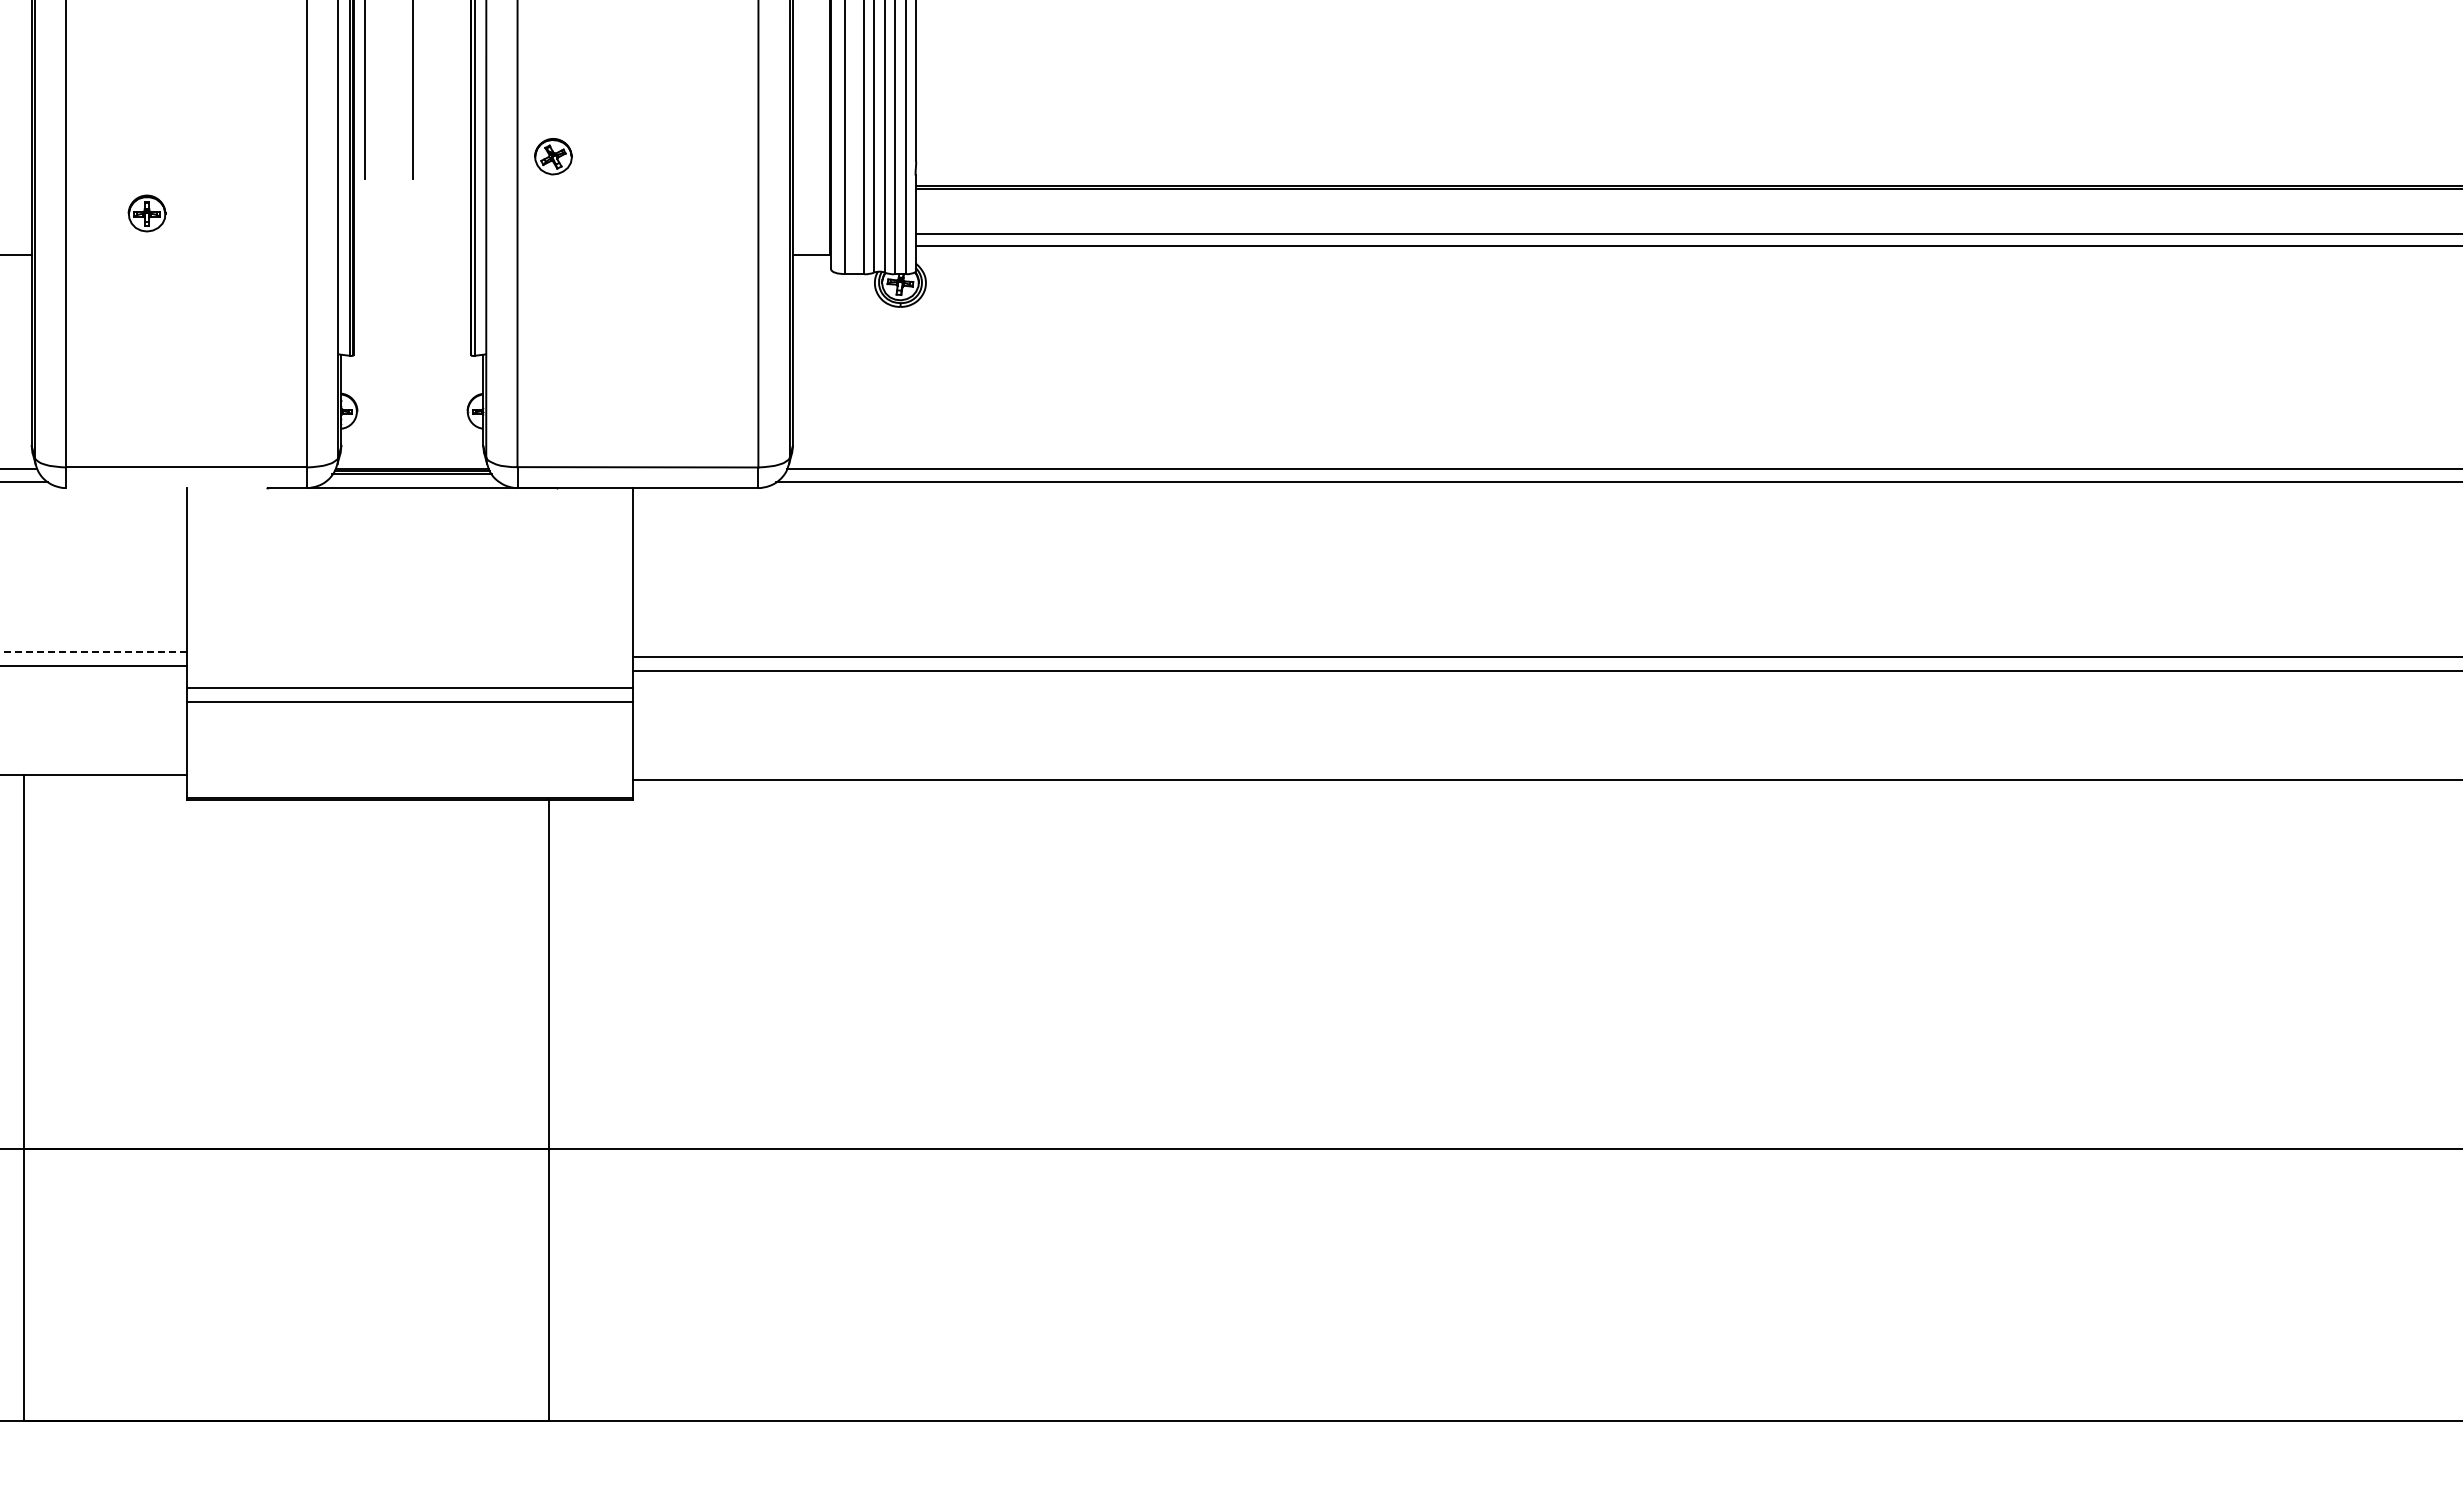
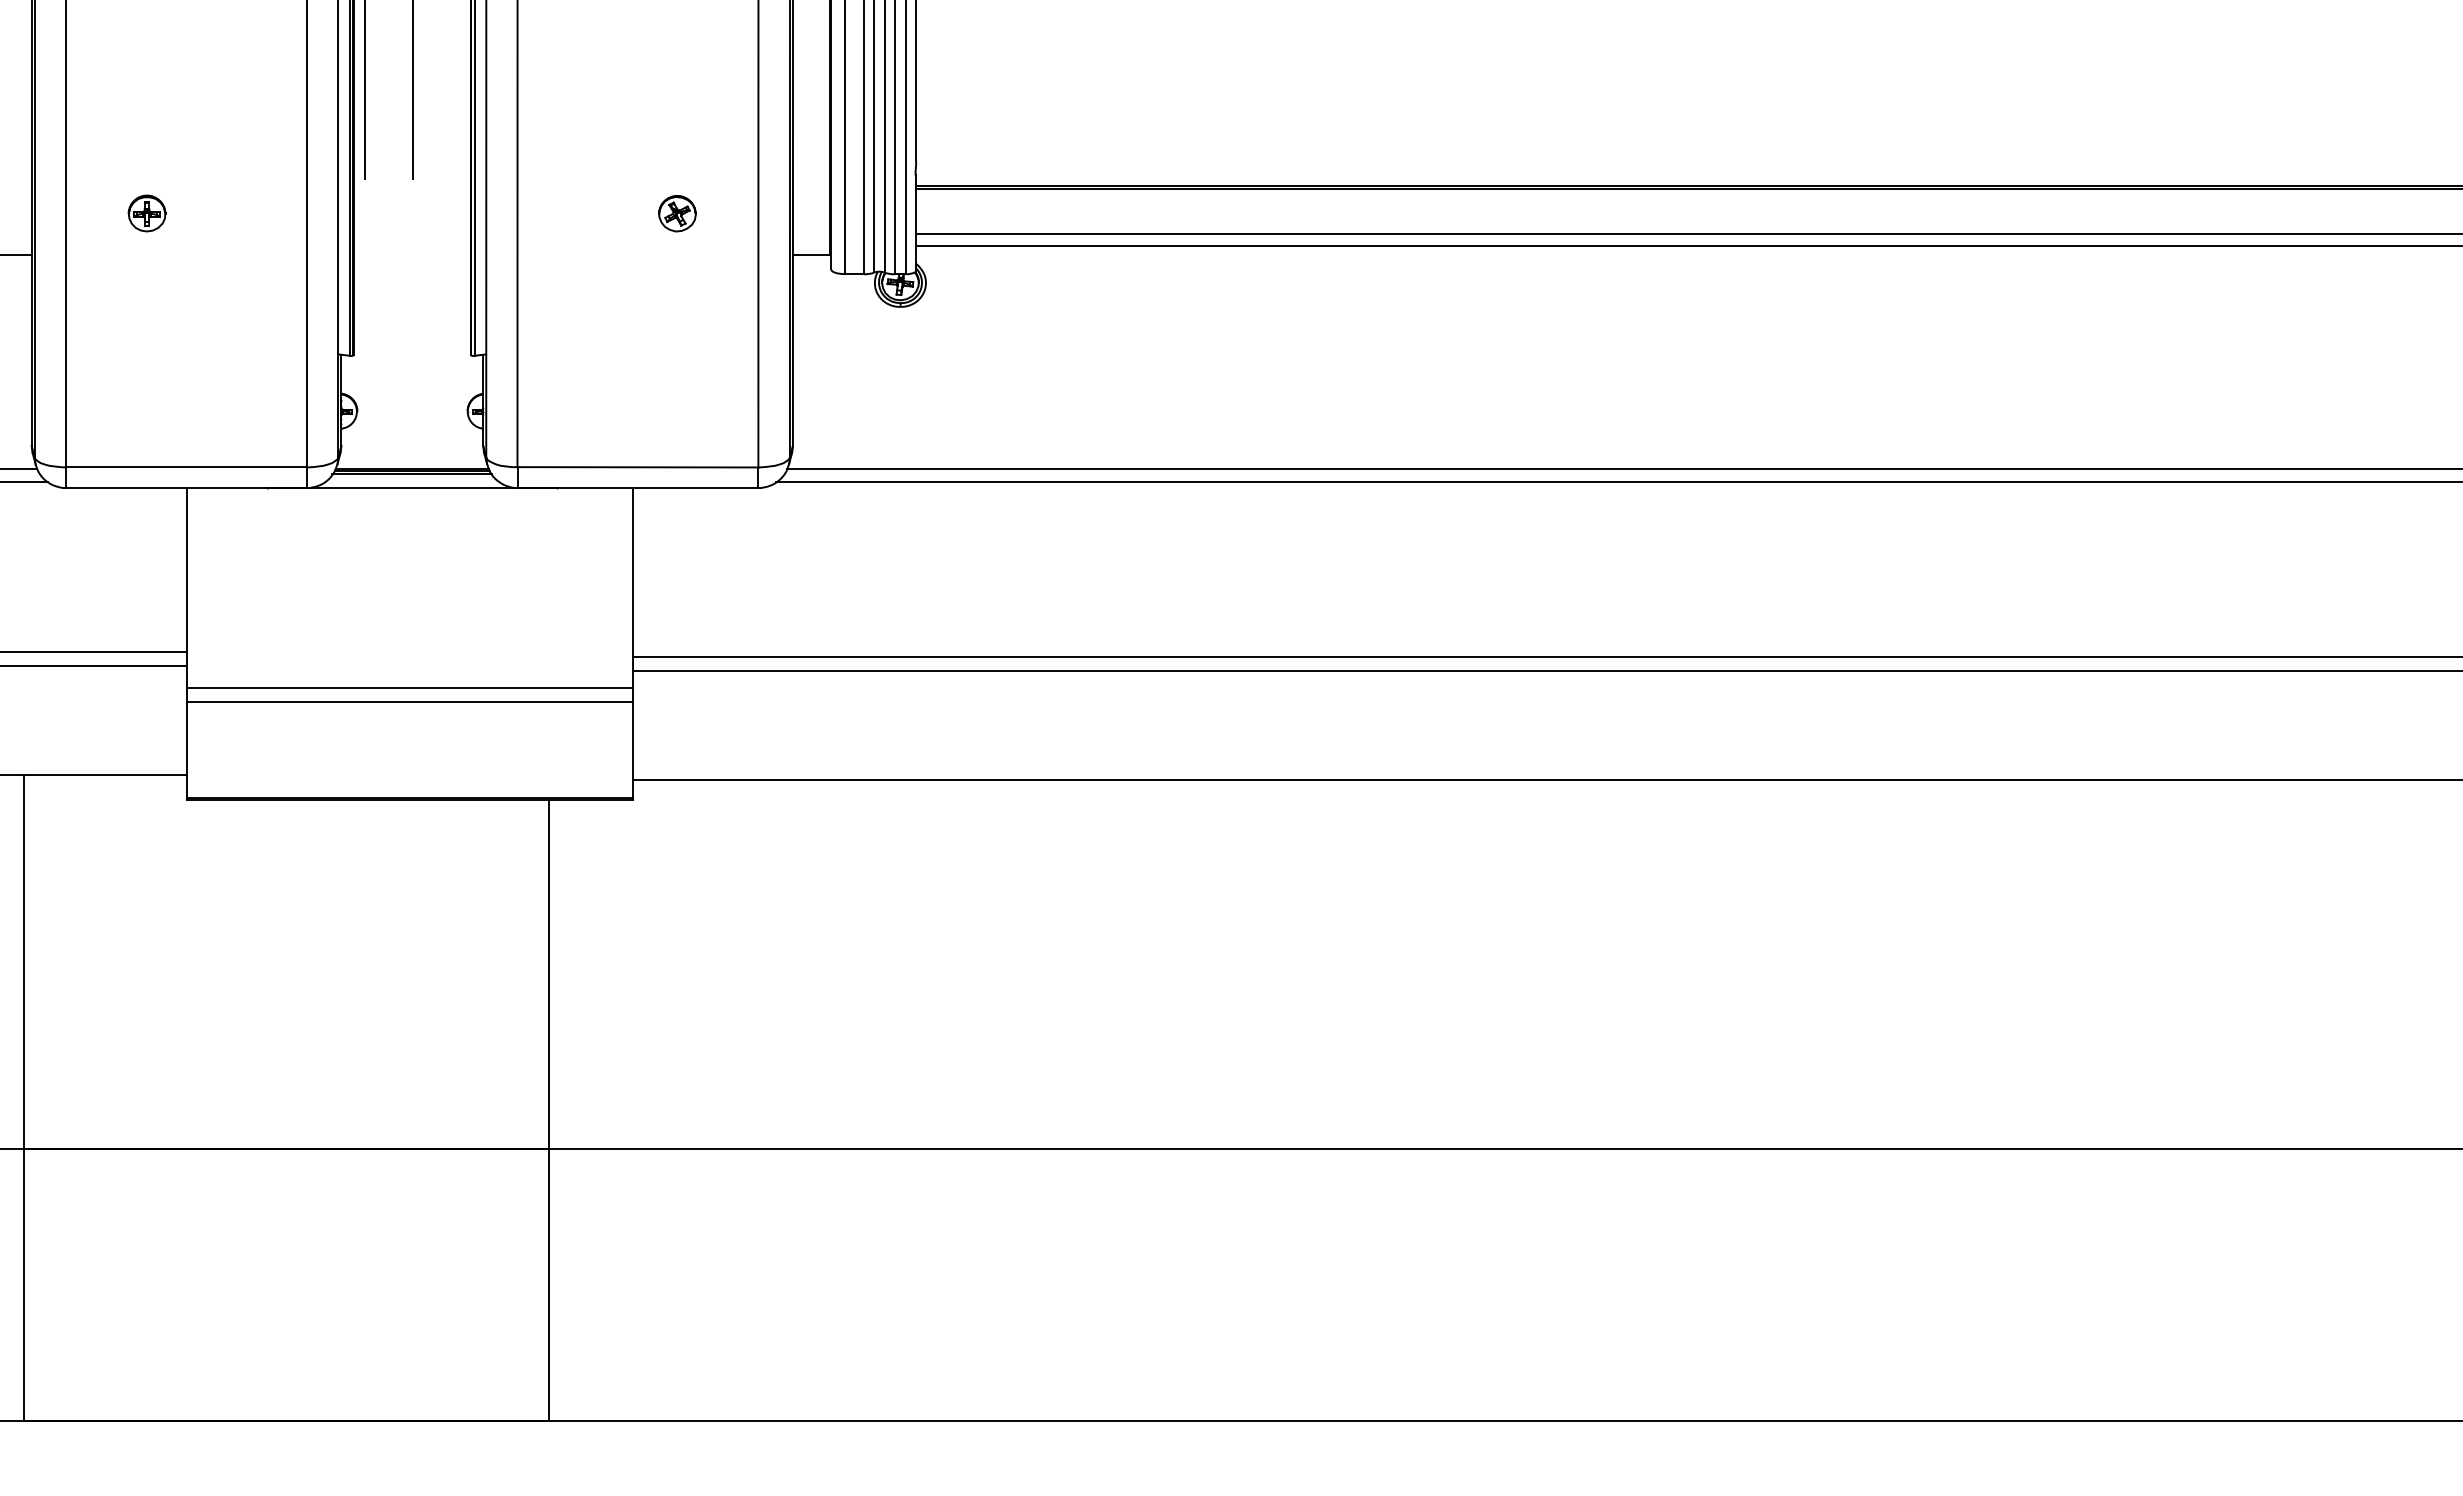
part at (553, 156) position: (553, 156) -> (677, 213)
line at (185, 488): none -> present
line at (93, 652): dashed -> solid
